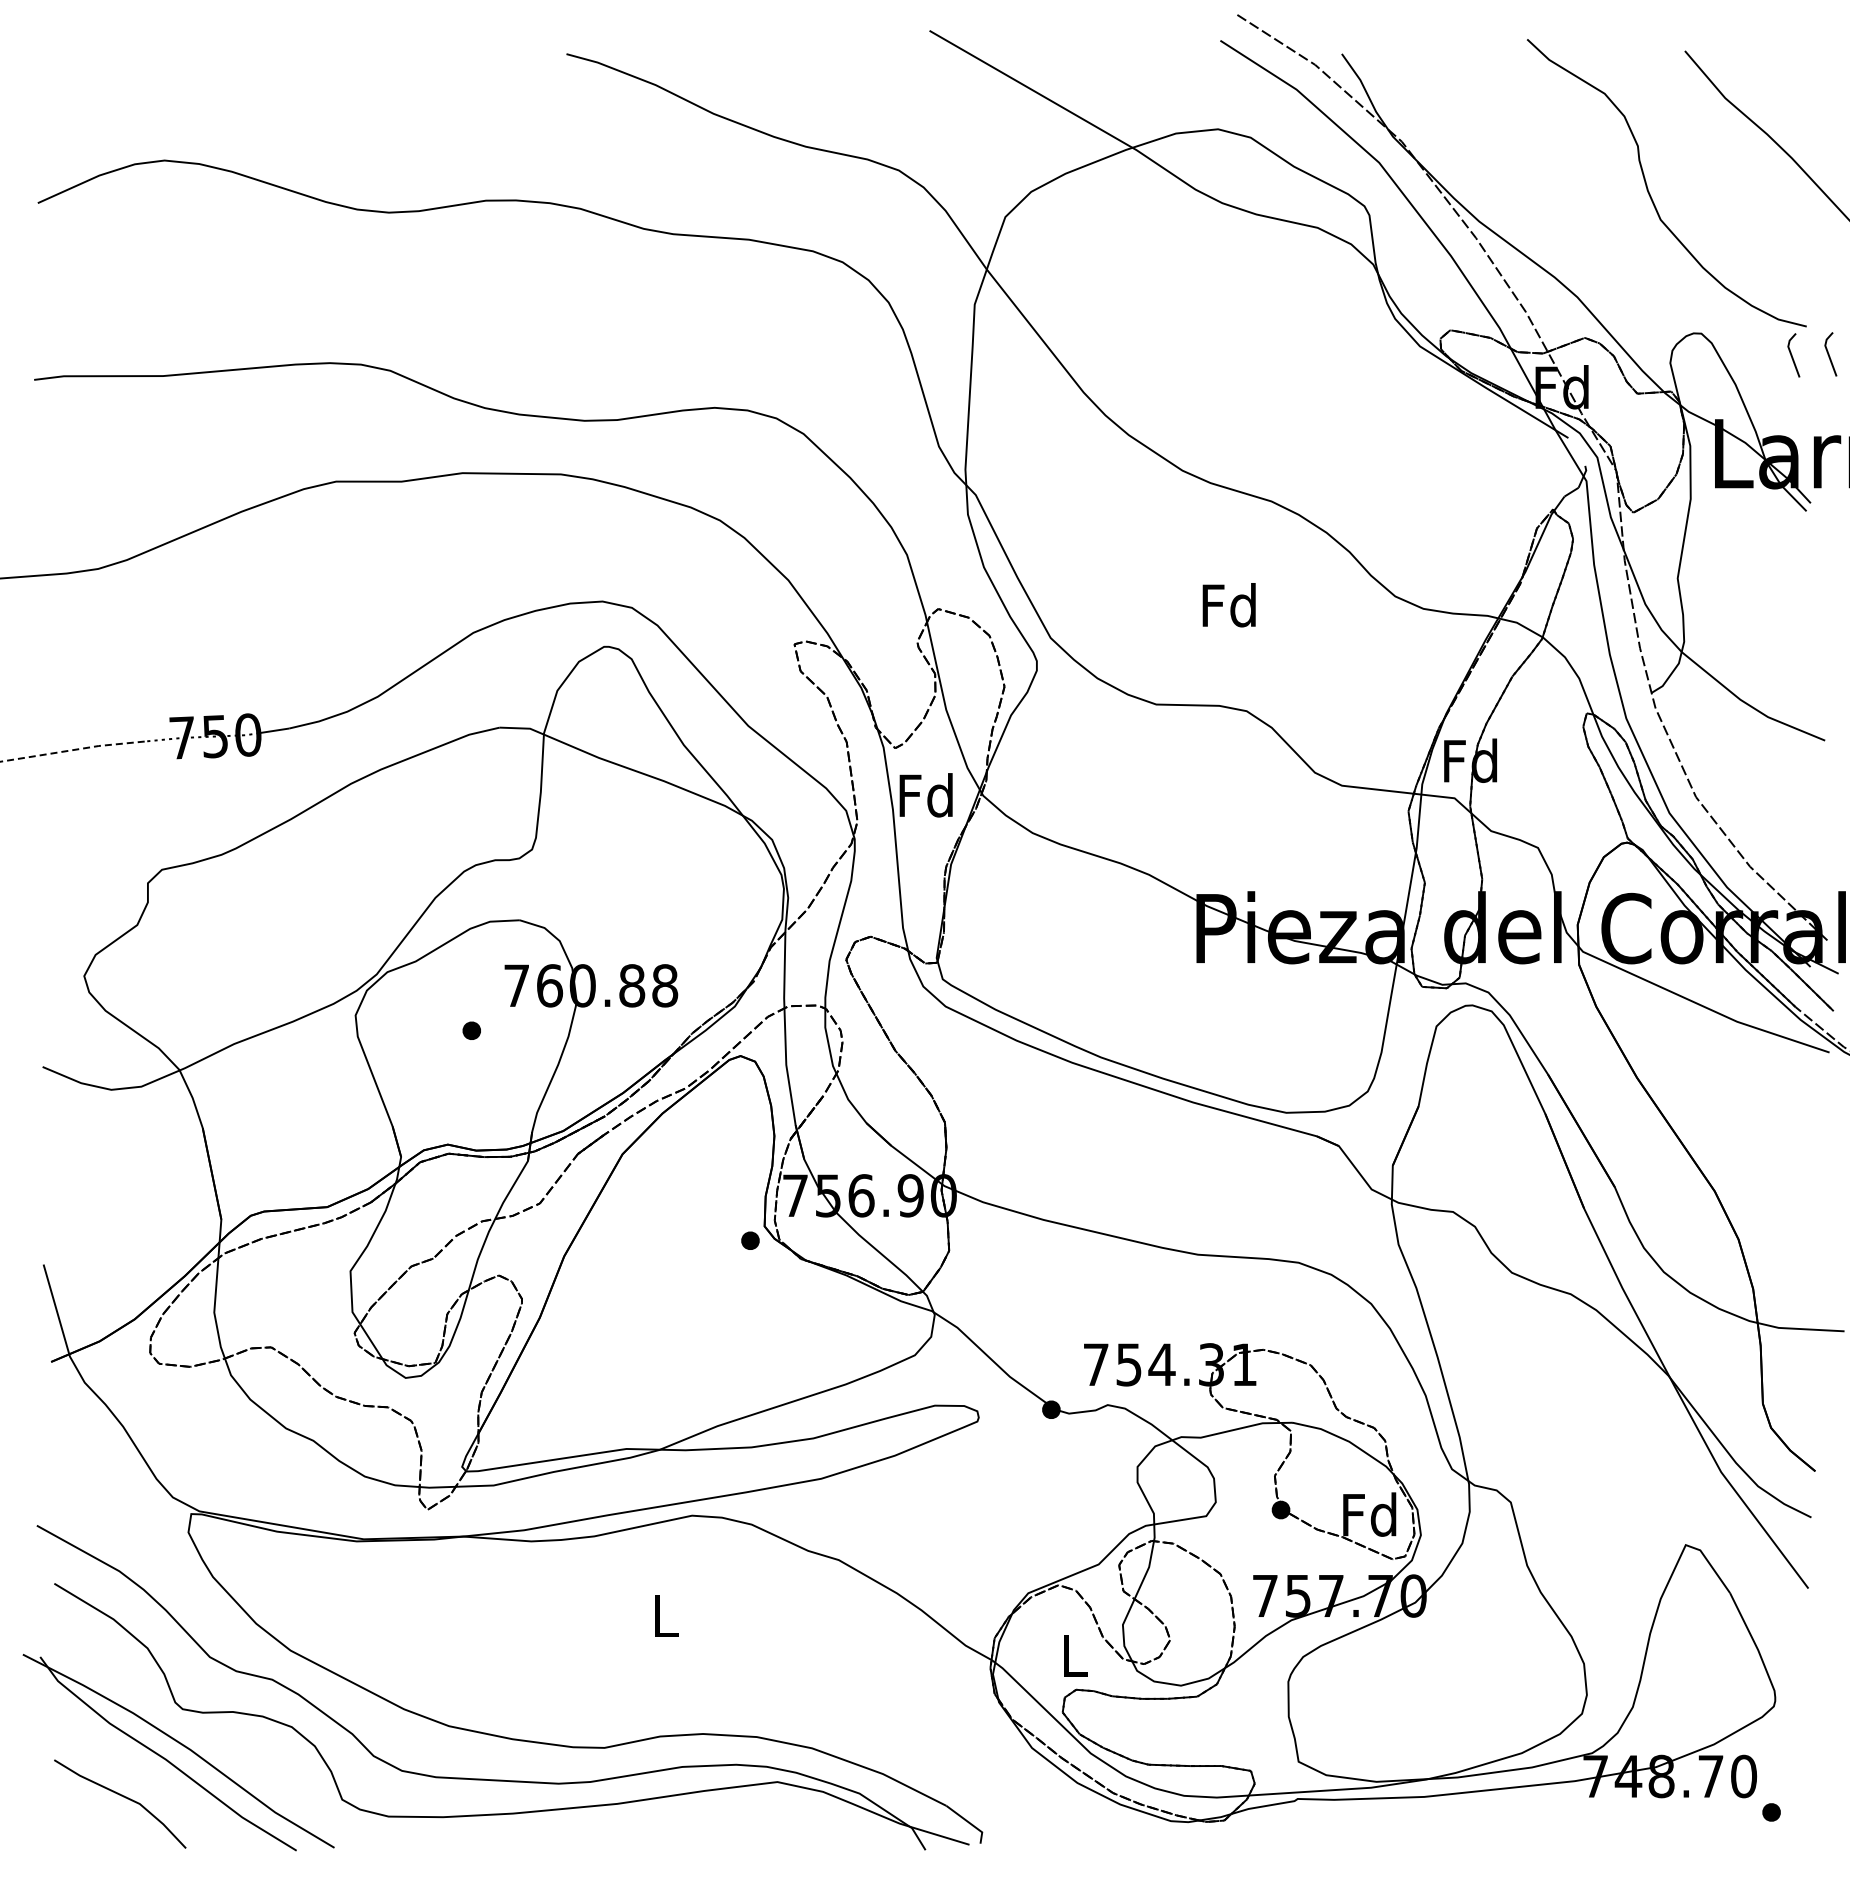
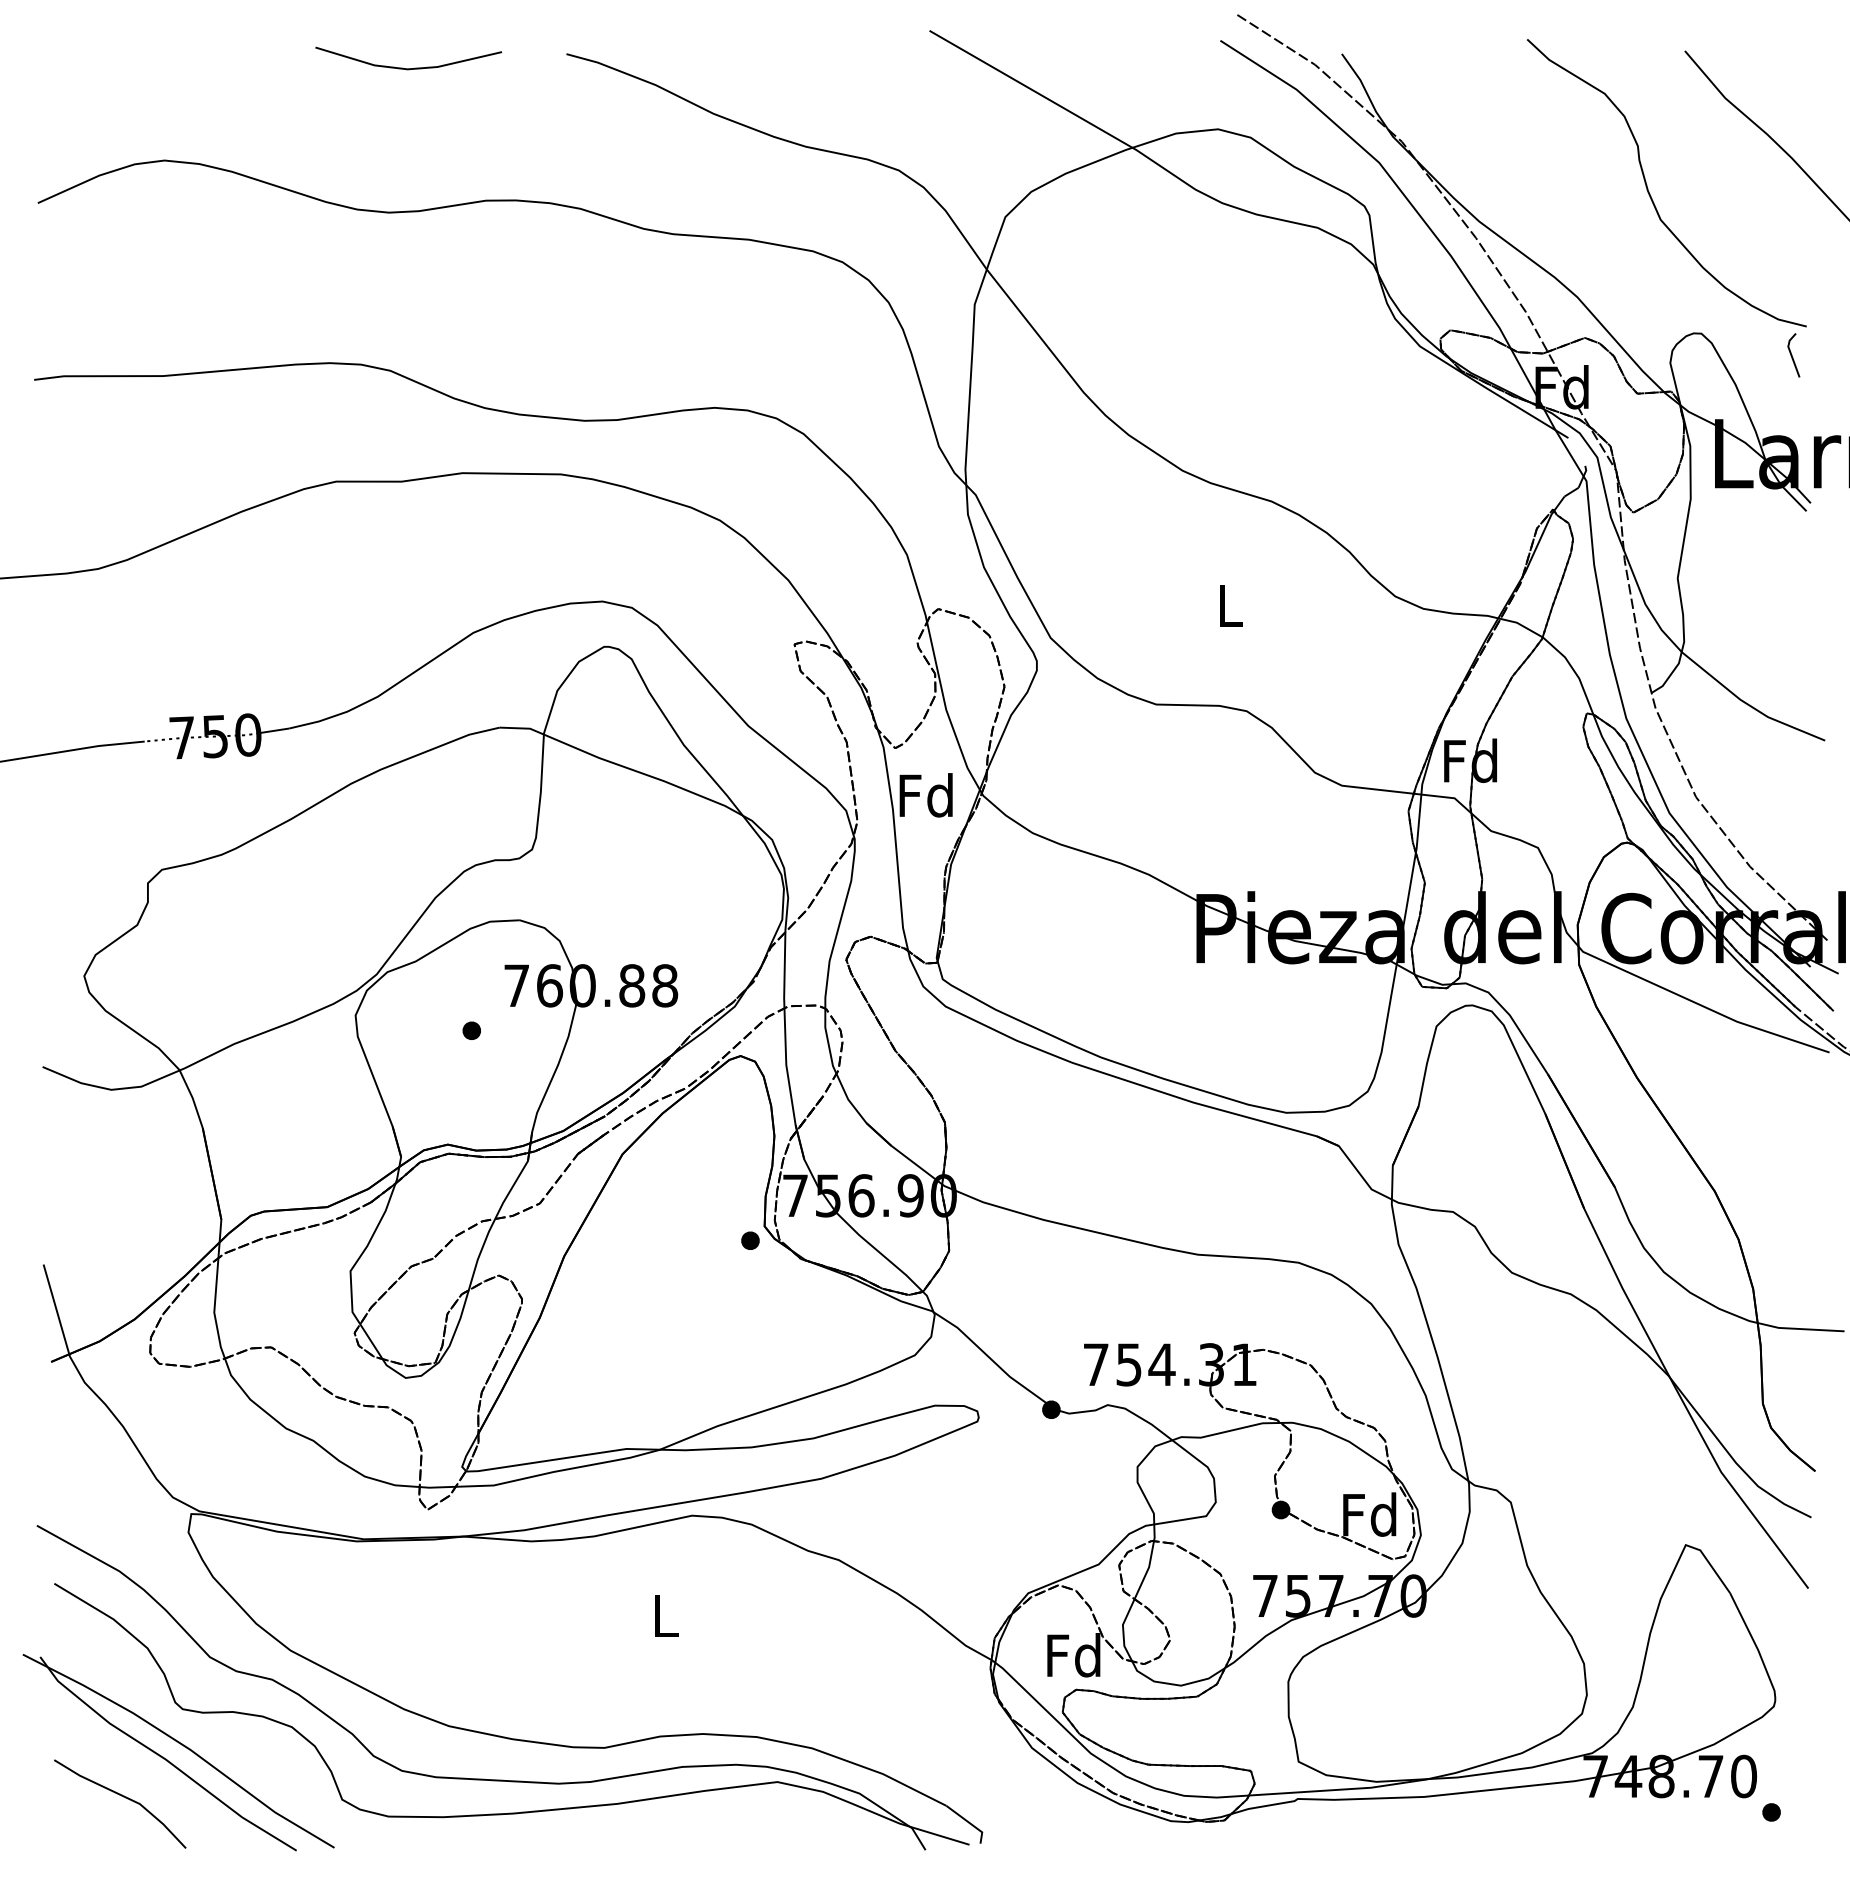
line at (408, 68): none -> present
line at (1829, 354): present -> none
text at (1228, 605): Fd -> L
line at (73, 750): dashed -> solid
text at (1073, 1655): L -> Fd
